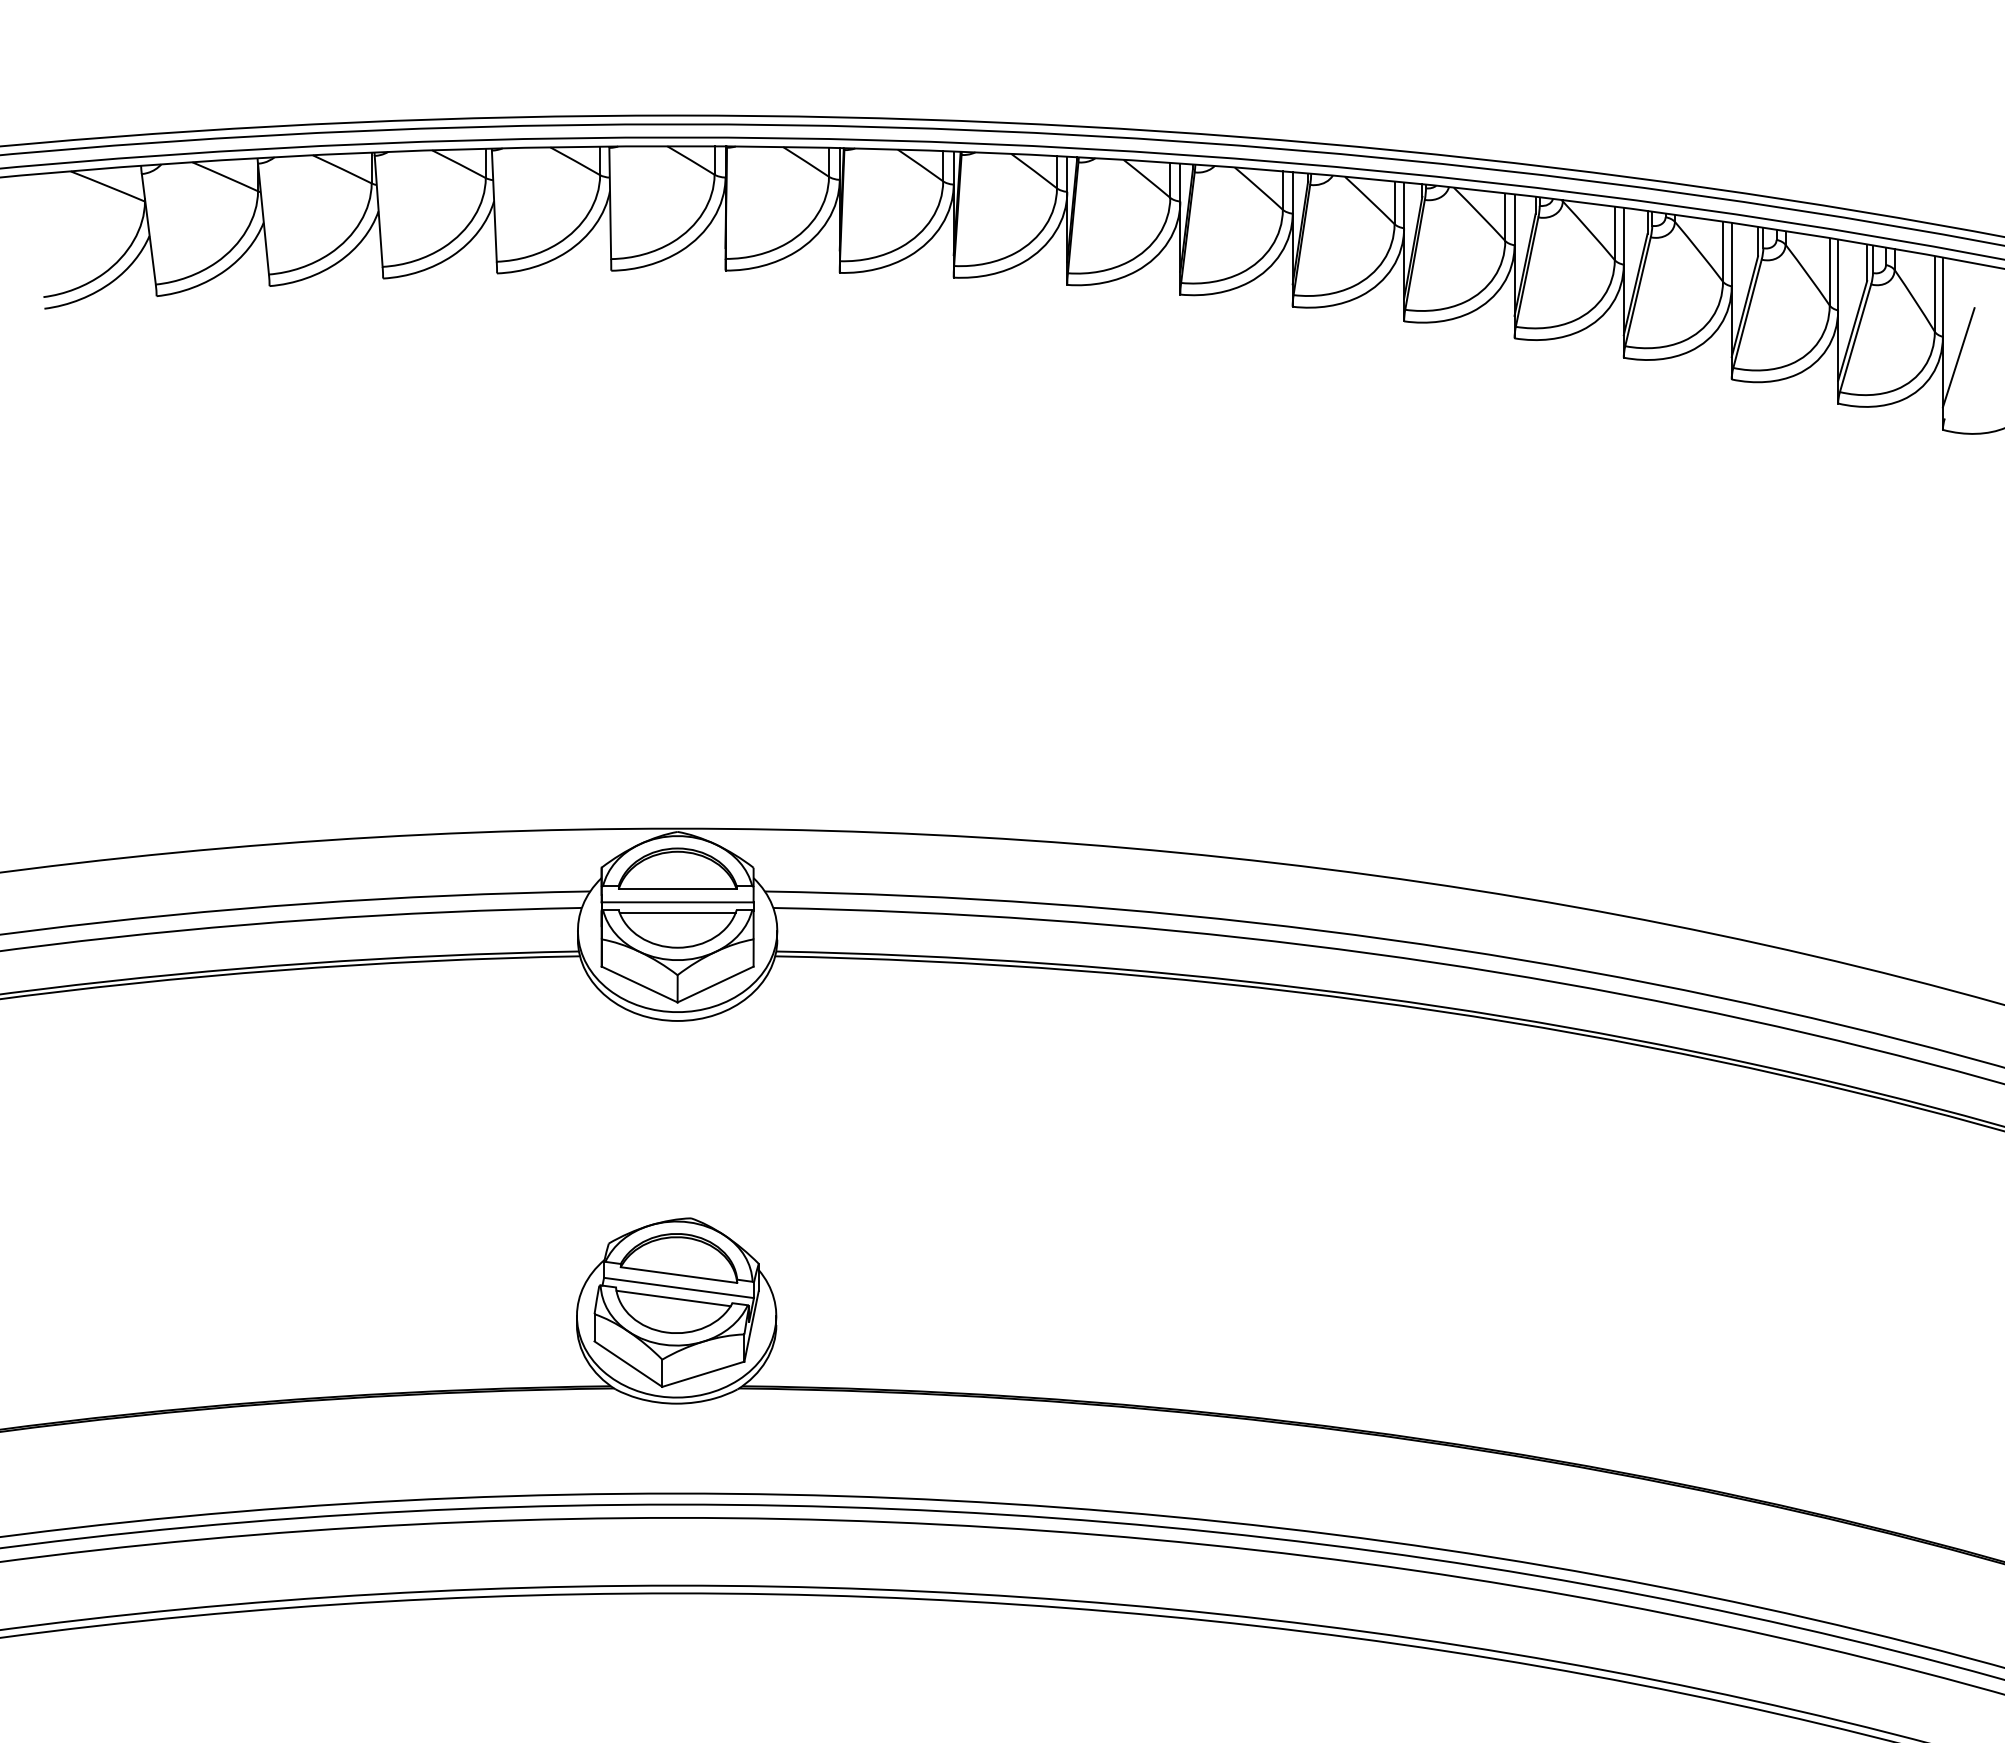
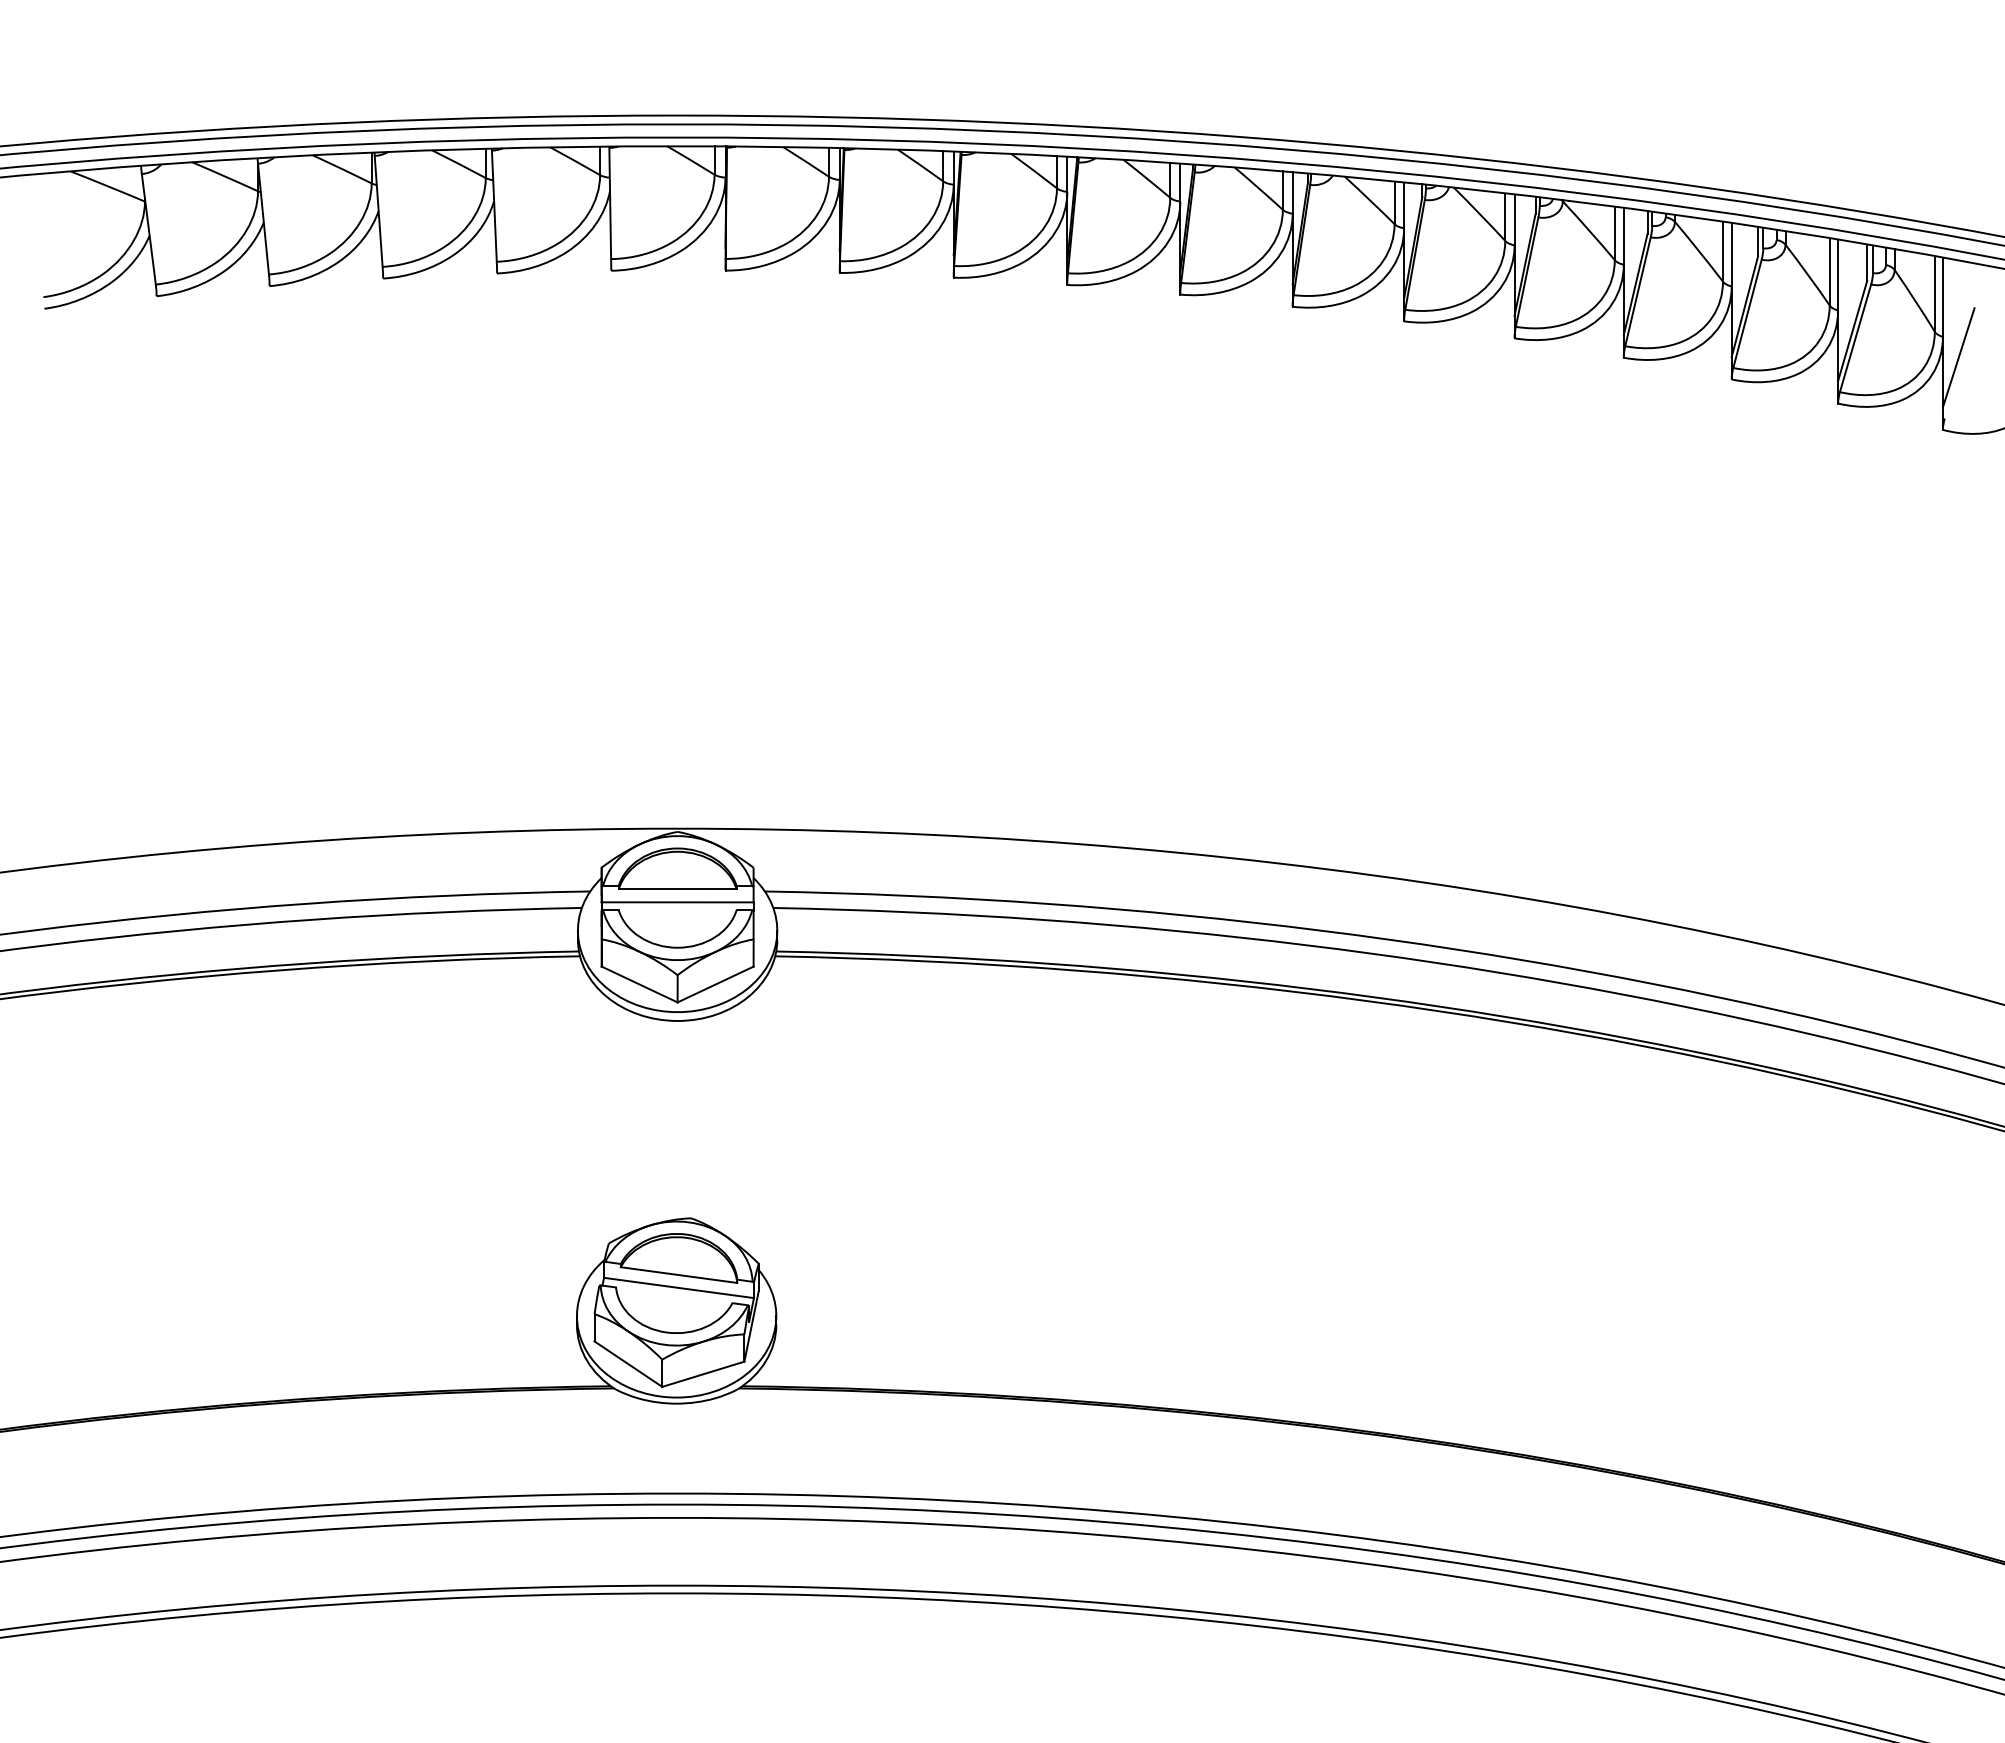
line at (677, 913): present -> none
line at (673, 1298): present -> none
